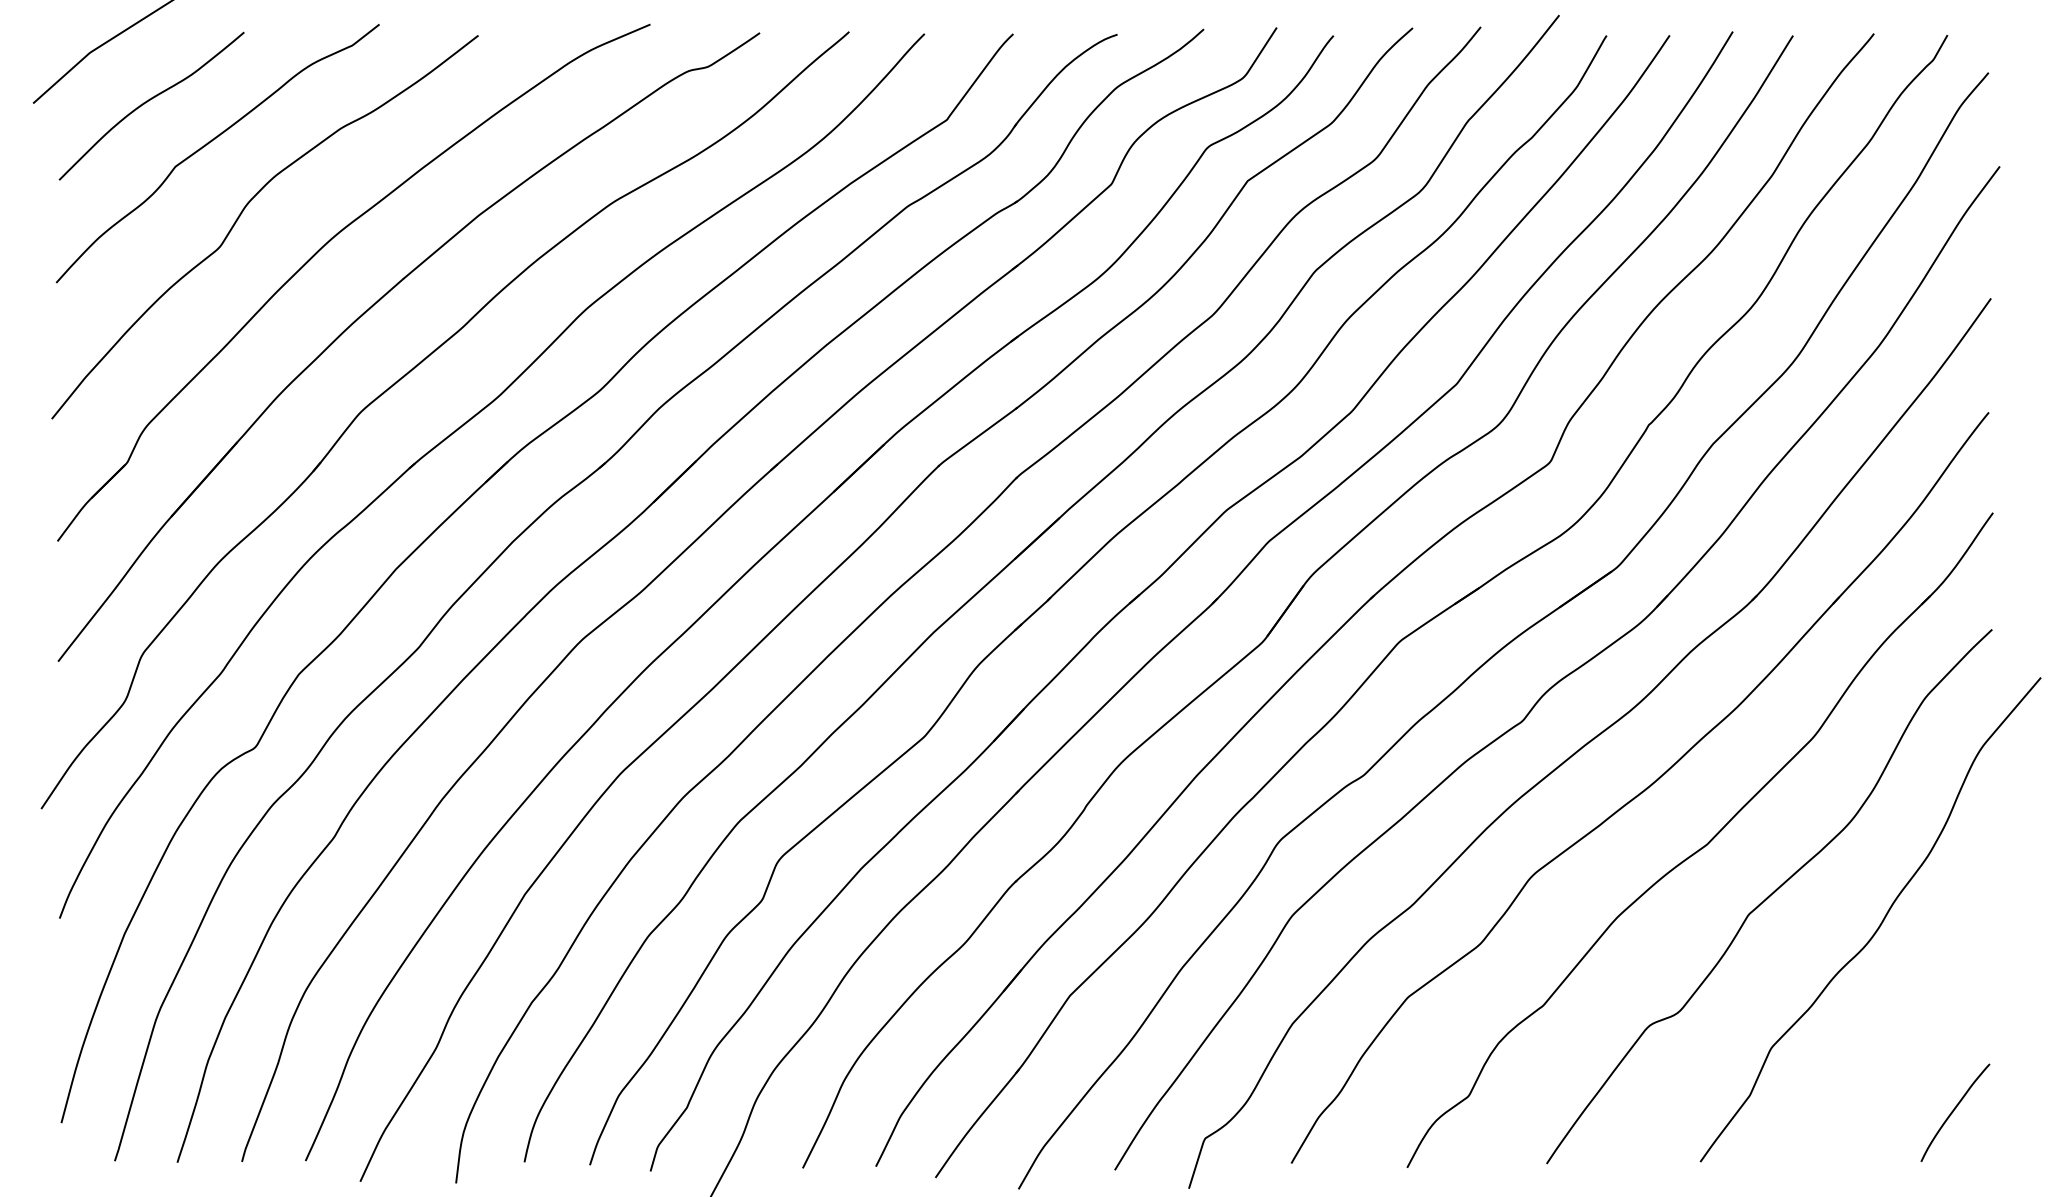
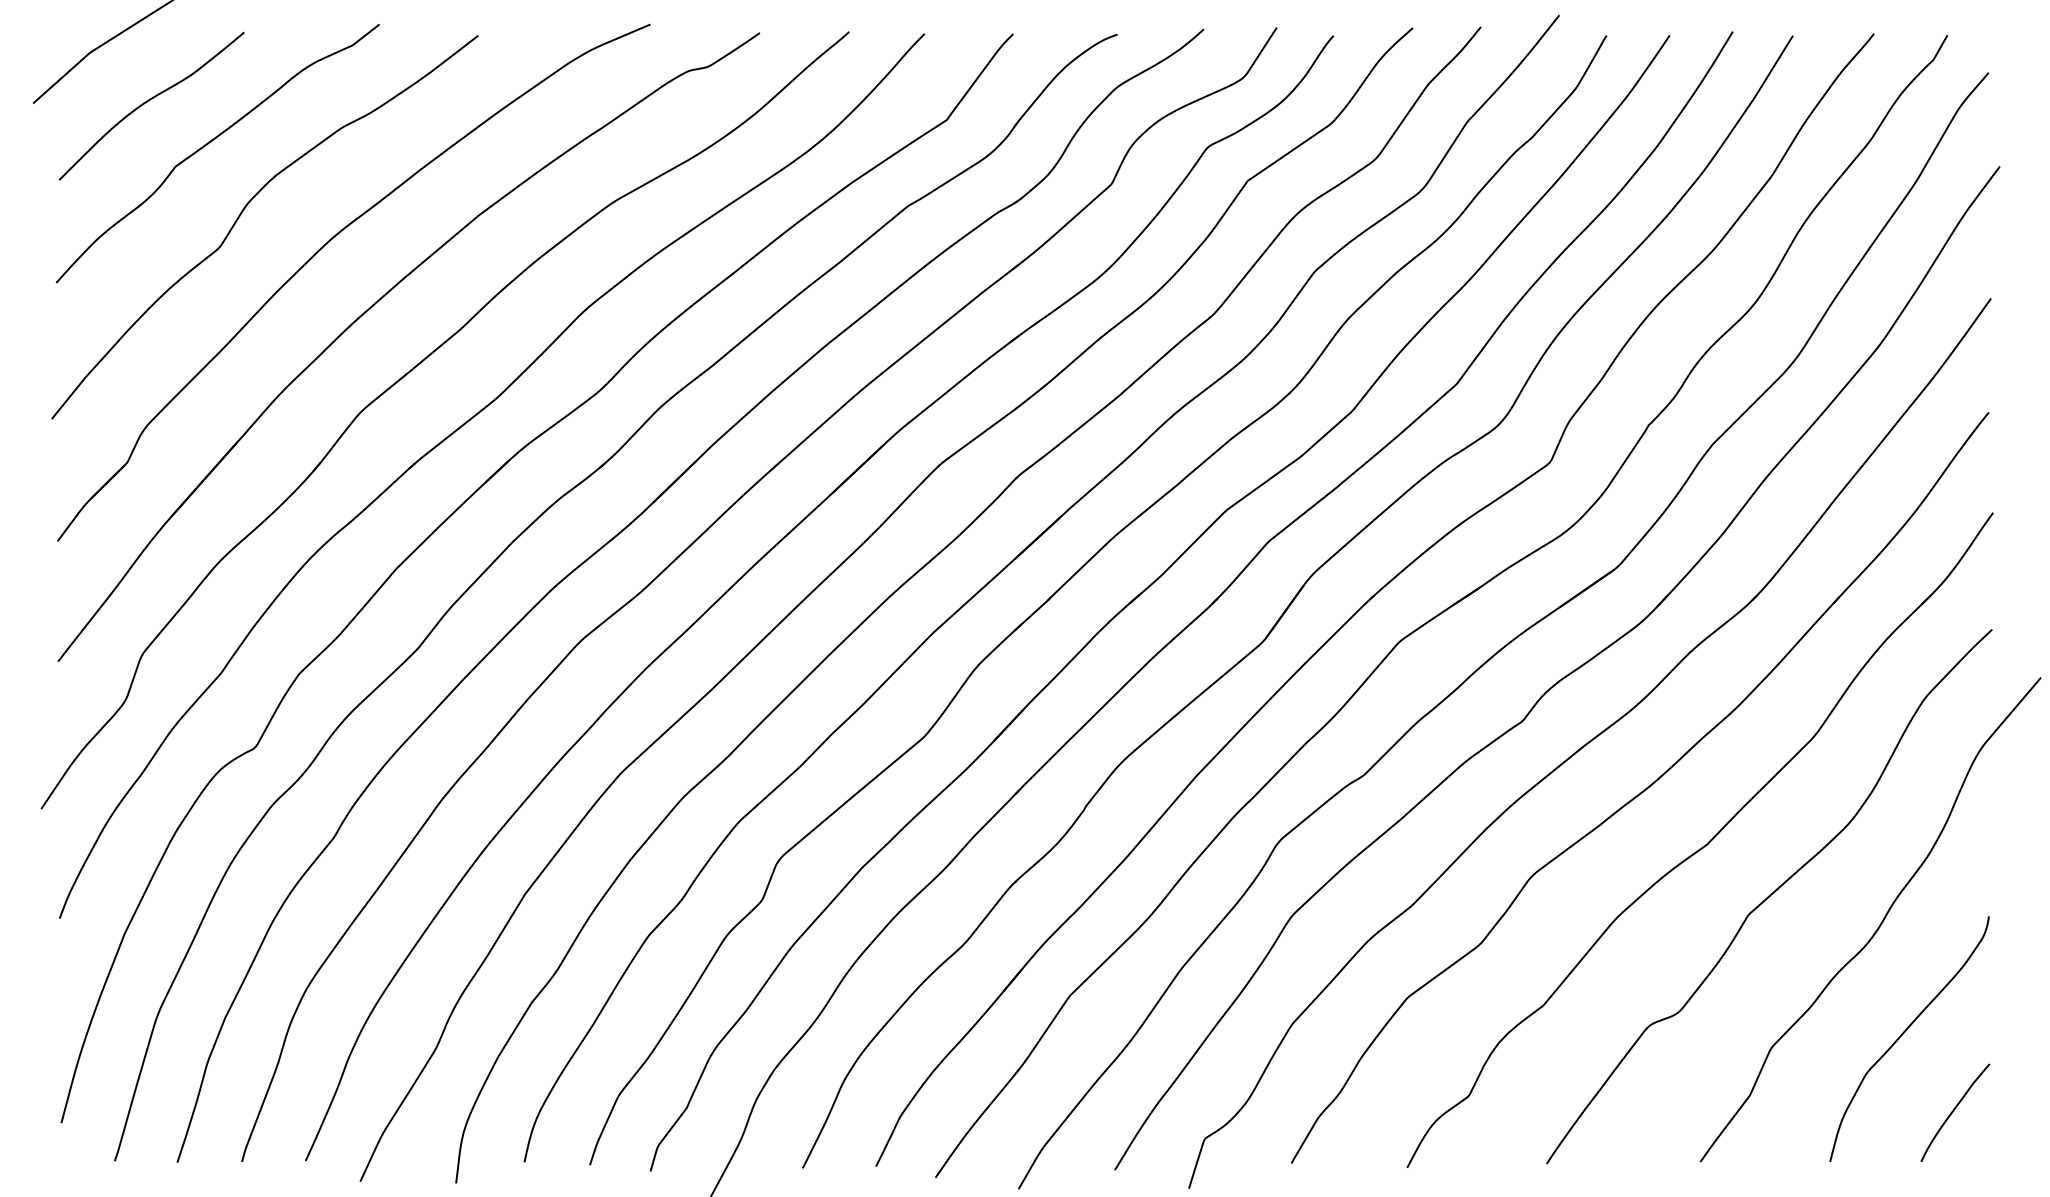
curve at (1904, 1033): none -> present
